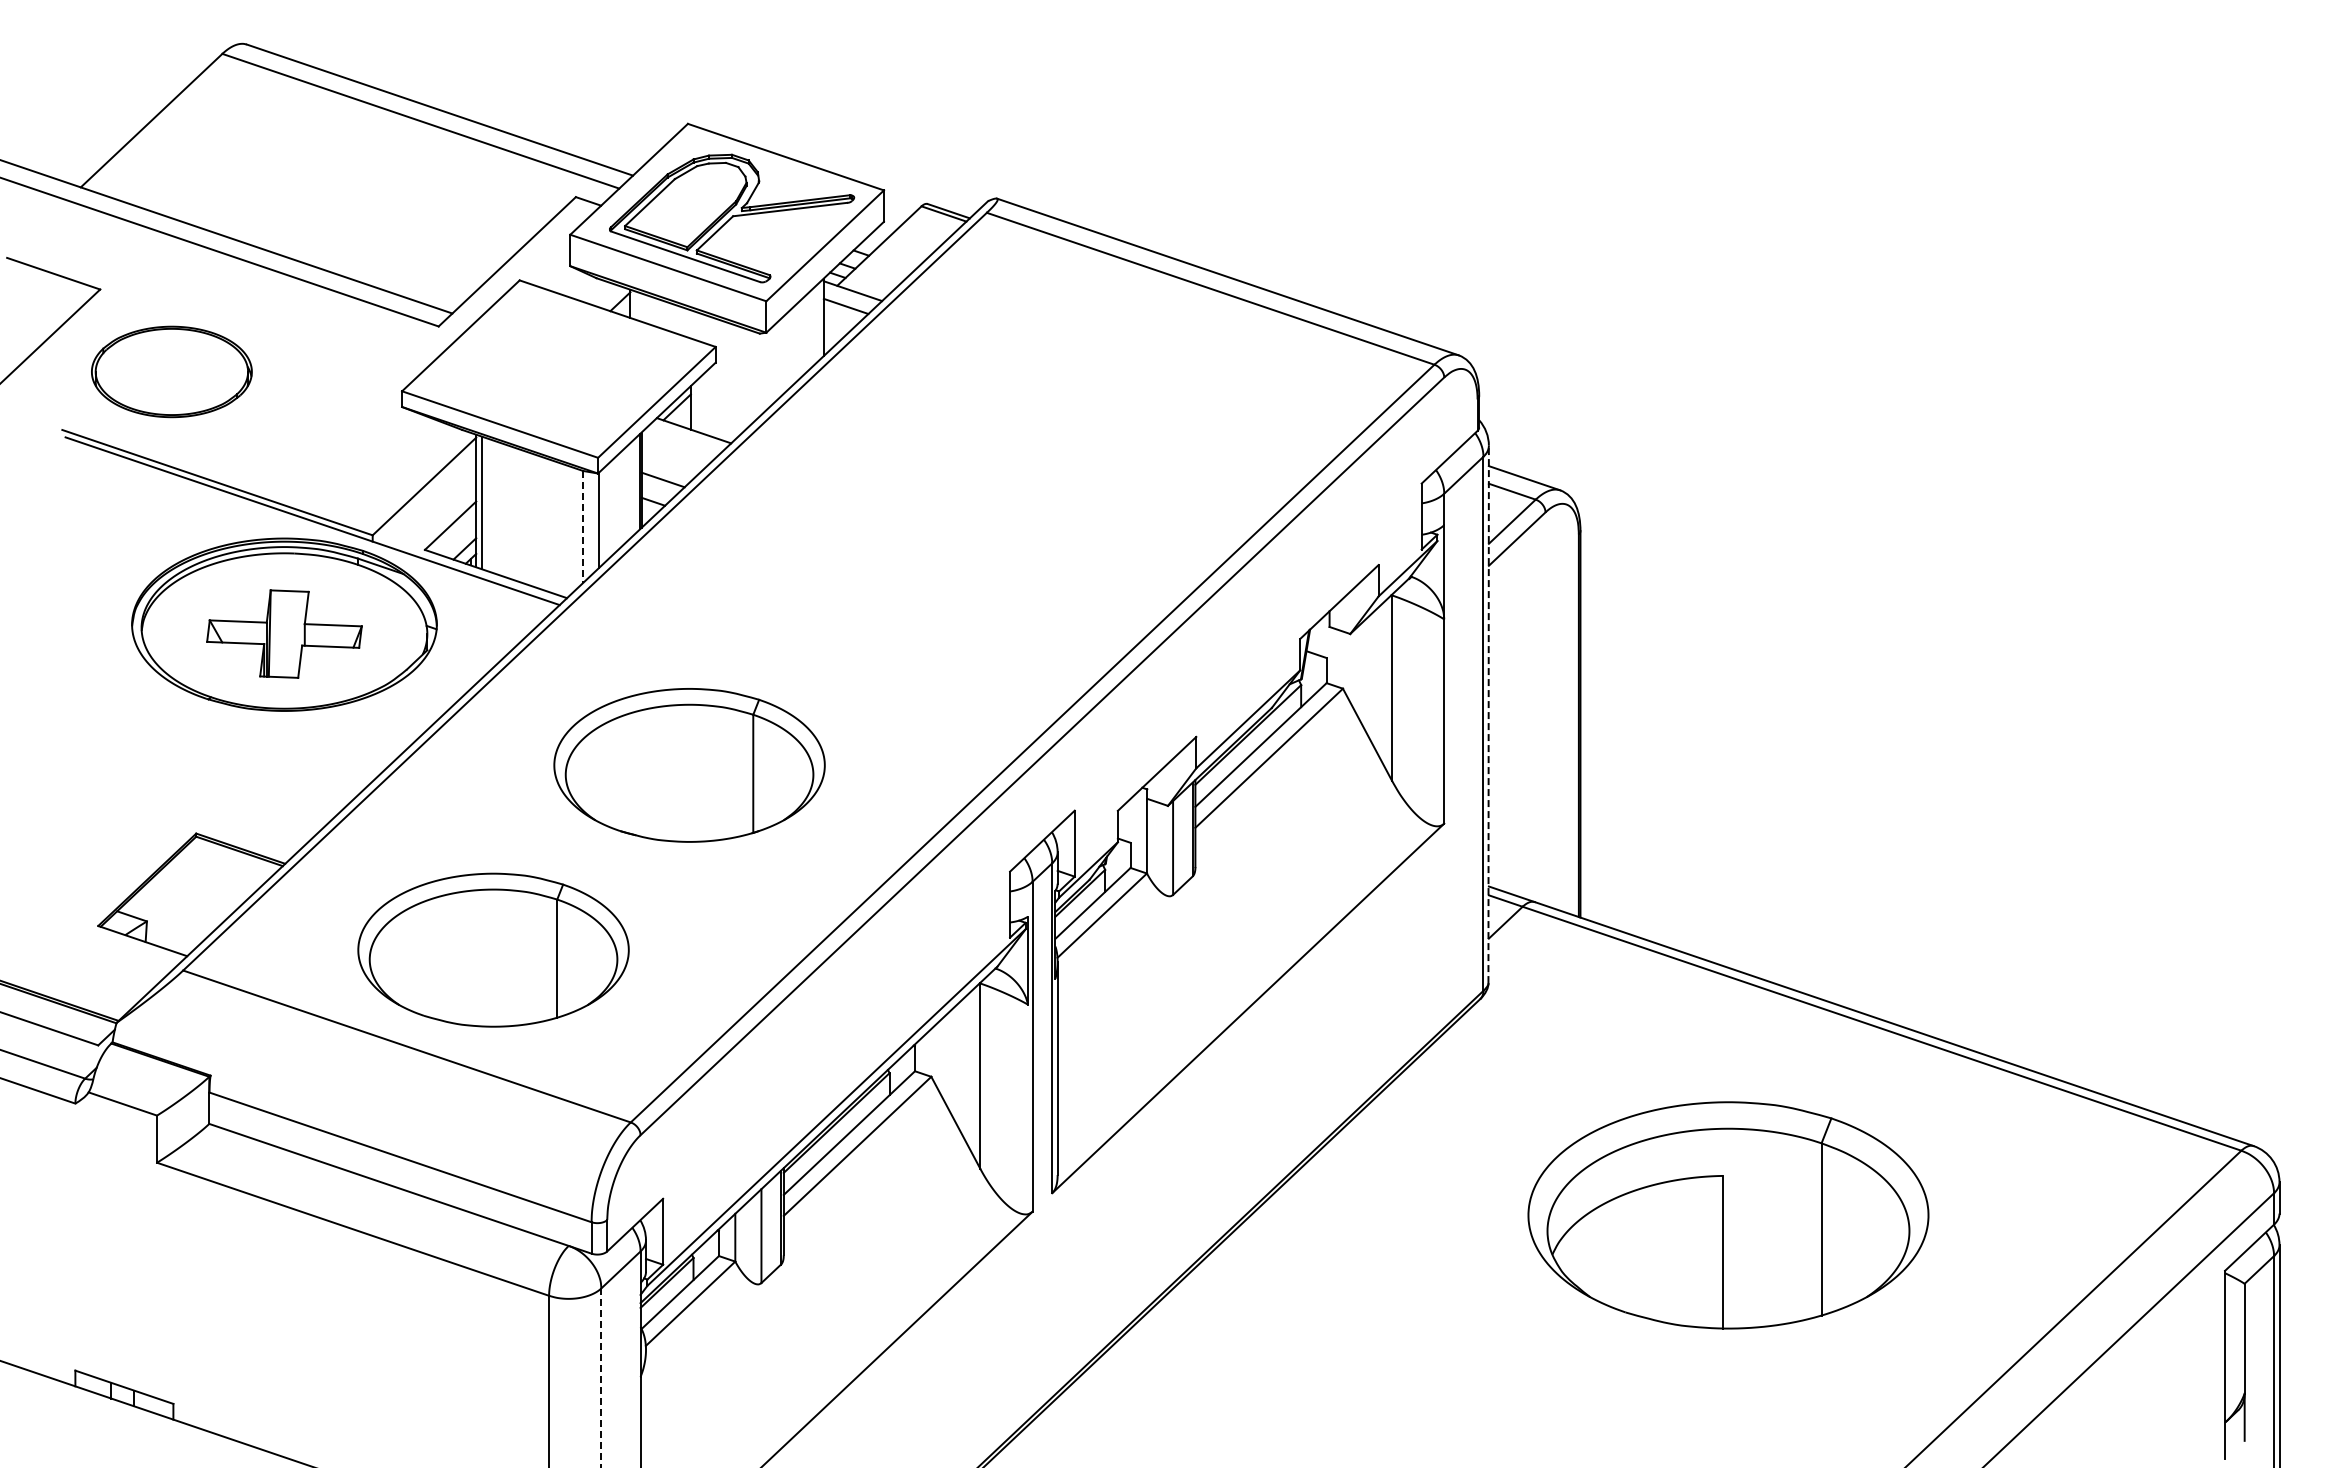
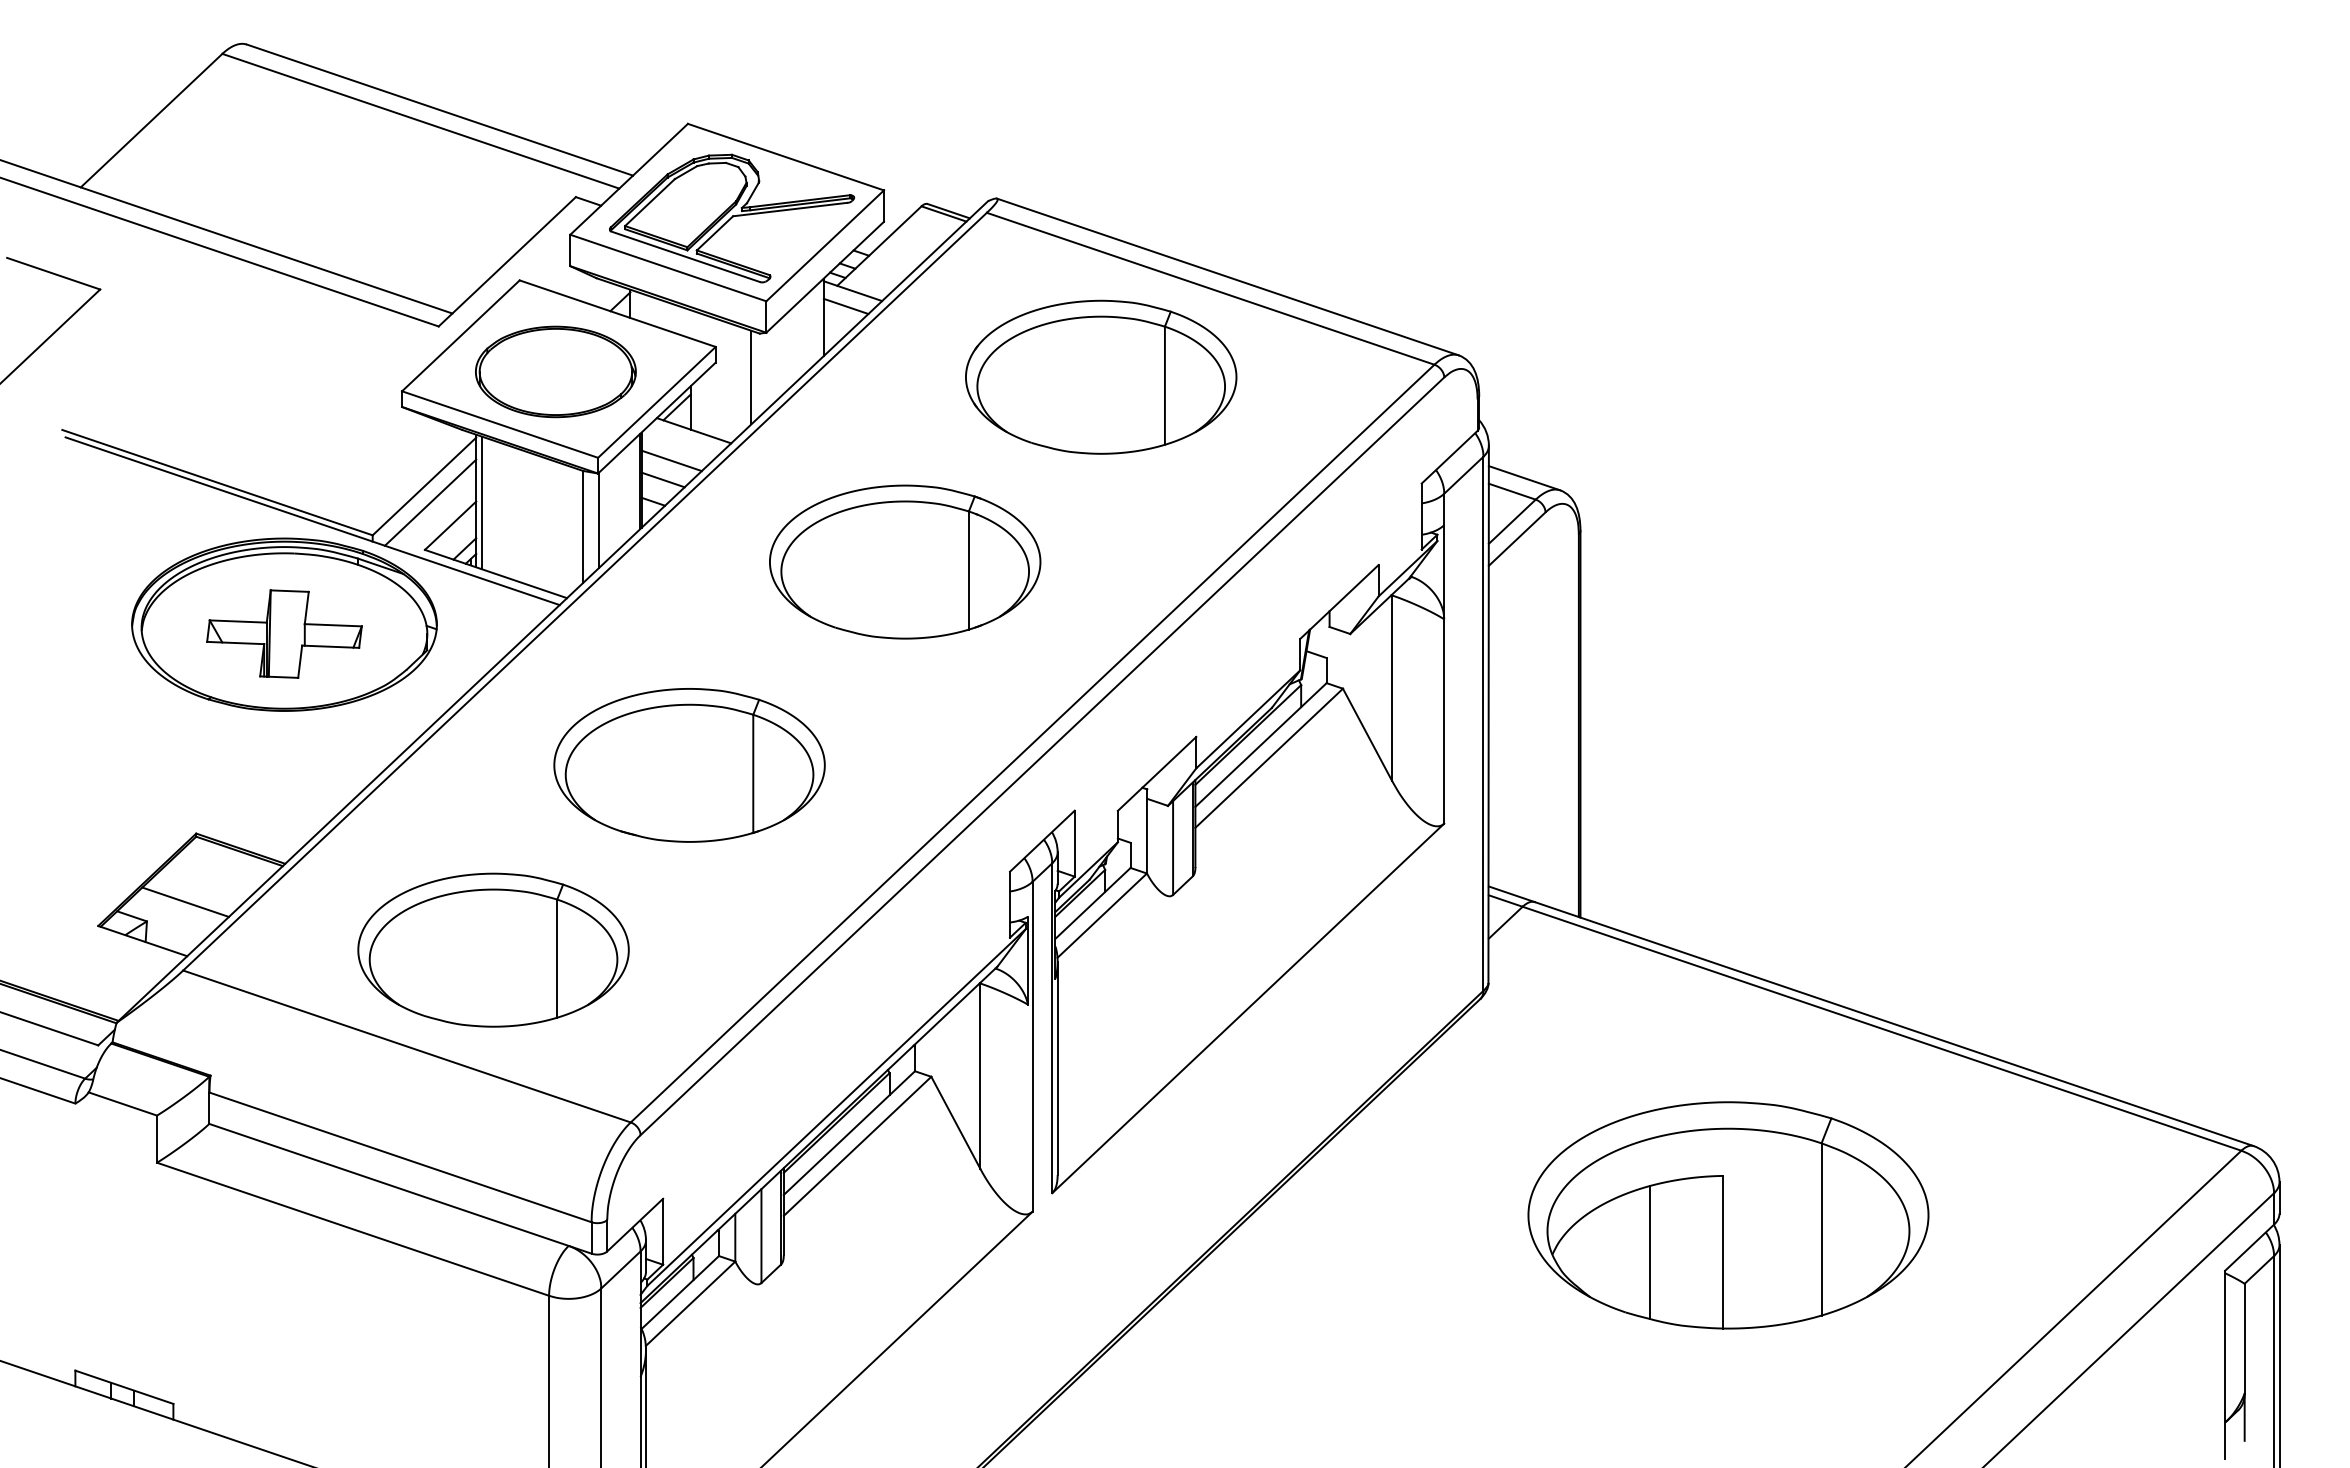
part at (171, 371) position: (171, 371) -> (555, 371)
part at (1101, 376): none -> present
line at (751, 377): none -> present
line at (671, 460): none -> present
line at (430, 502): none -> present
line at (583, 527): dashed -> solid
part at (905, 561): none -> present
line at (1488, 714): dashed -> solid
line at (185, 901): none -> present
line at (1650, 1252): none -> present
line at (601, 1378): dashed -> solid
line at (646, 1407): none -> present
